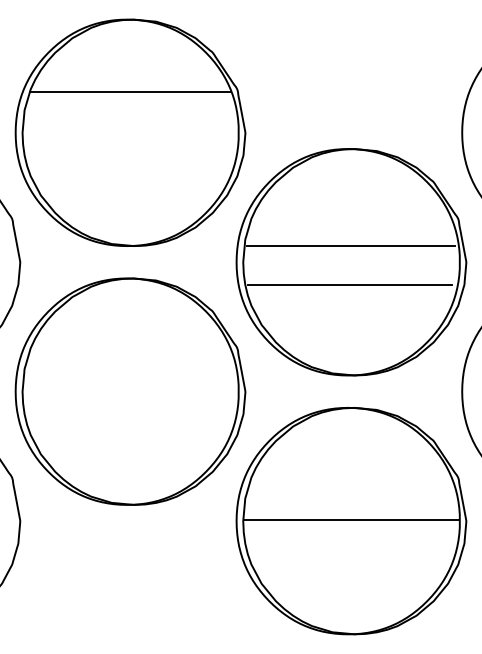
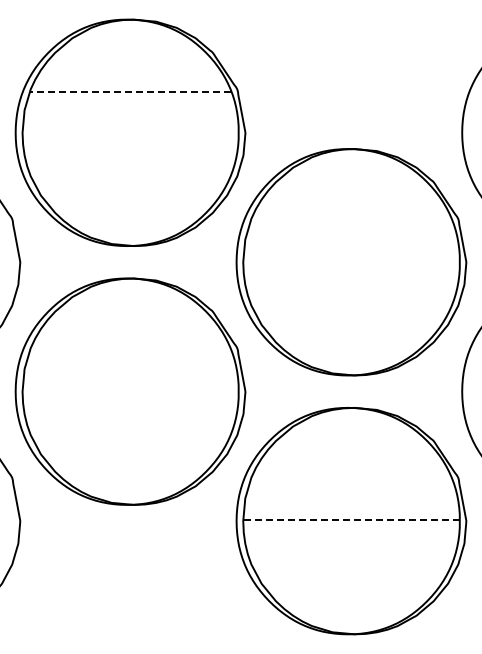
line at (130, 92): solid -> dashed
line at (350, 246): present -> none
line at (349, 284): present -> none
line at (351, 519): solid -> dashed
